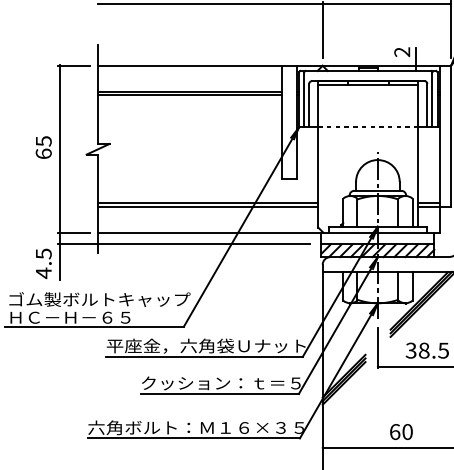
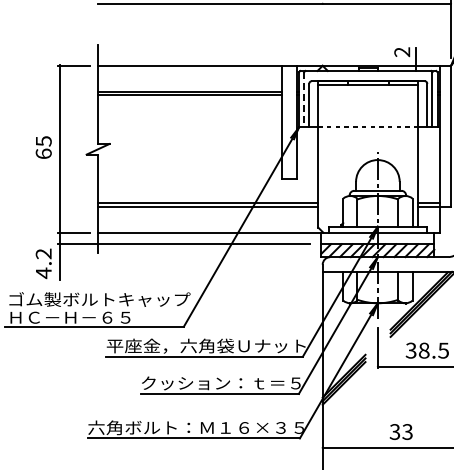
line at (322, 29): present -> none
line at (304, 99): solid -> dashed
text at (43, 253): 4.5 -> 4.2
text at (400, 431): 60 -> 33
